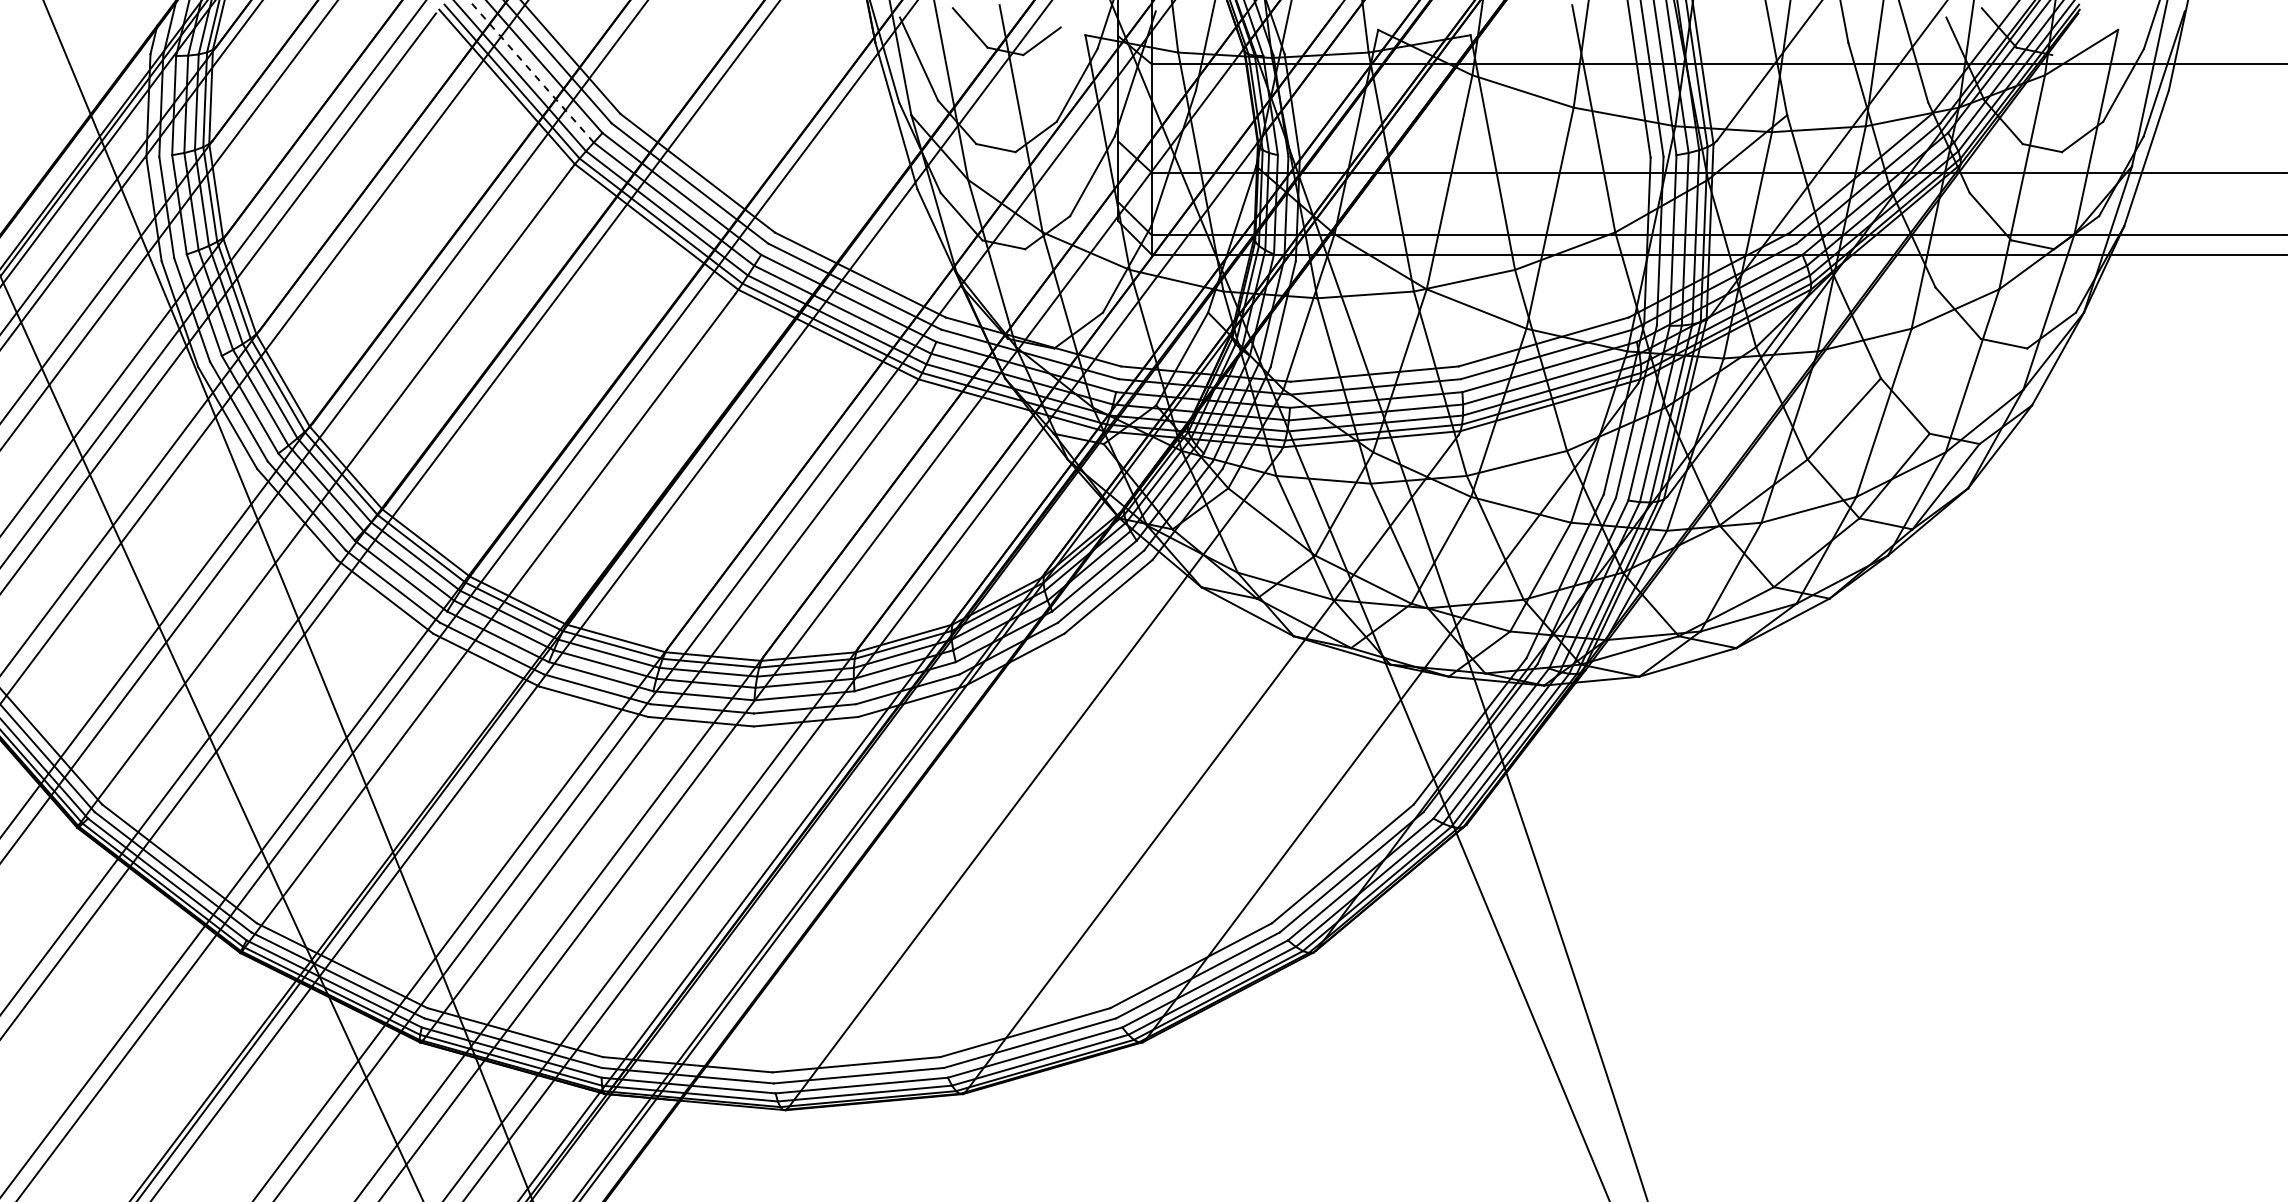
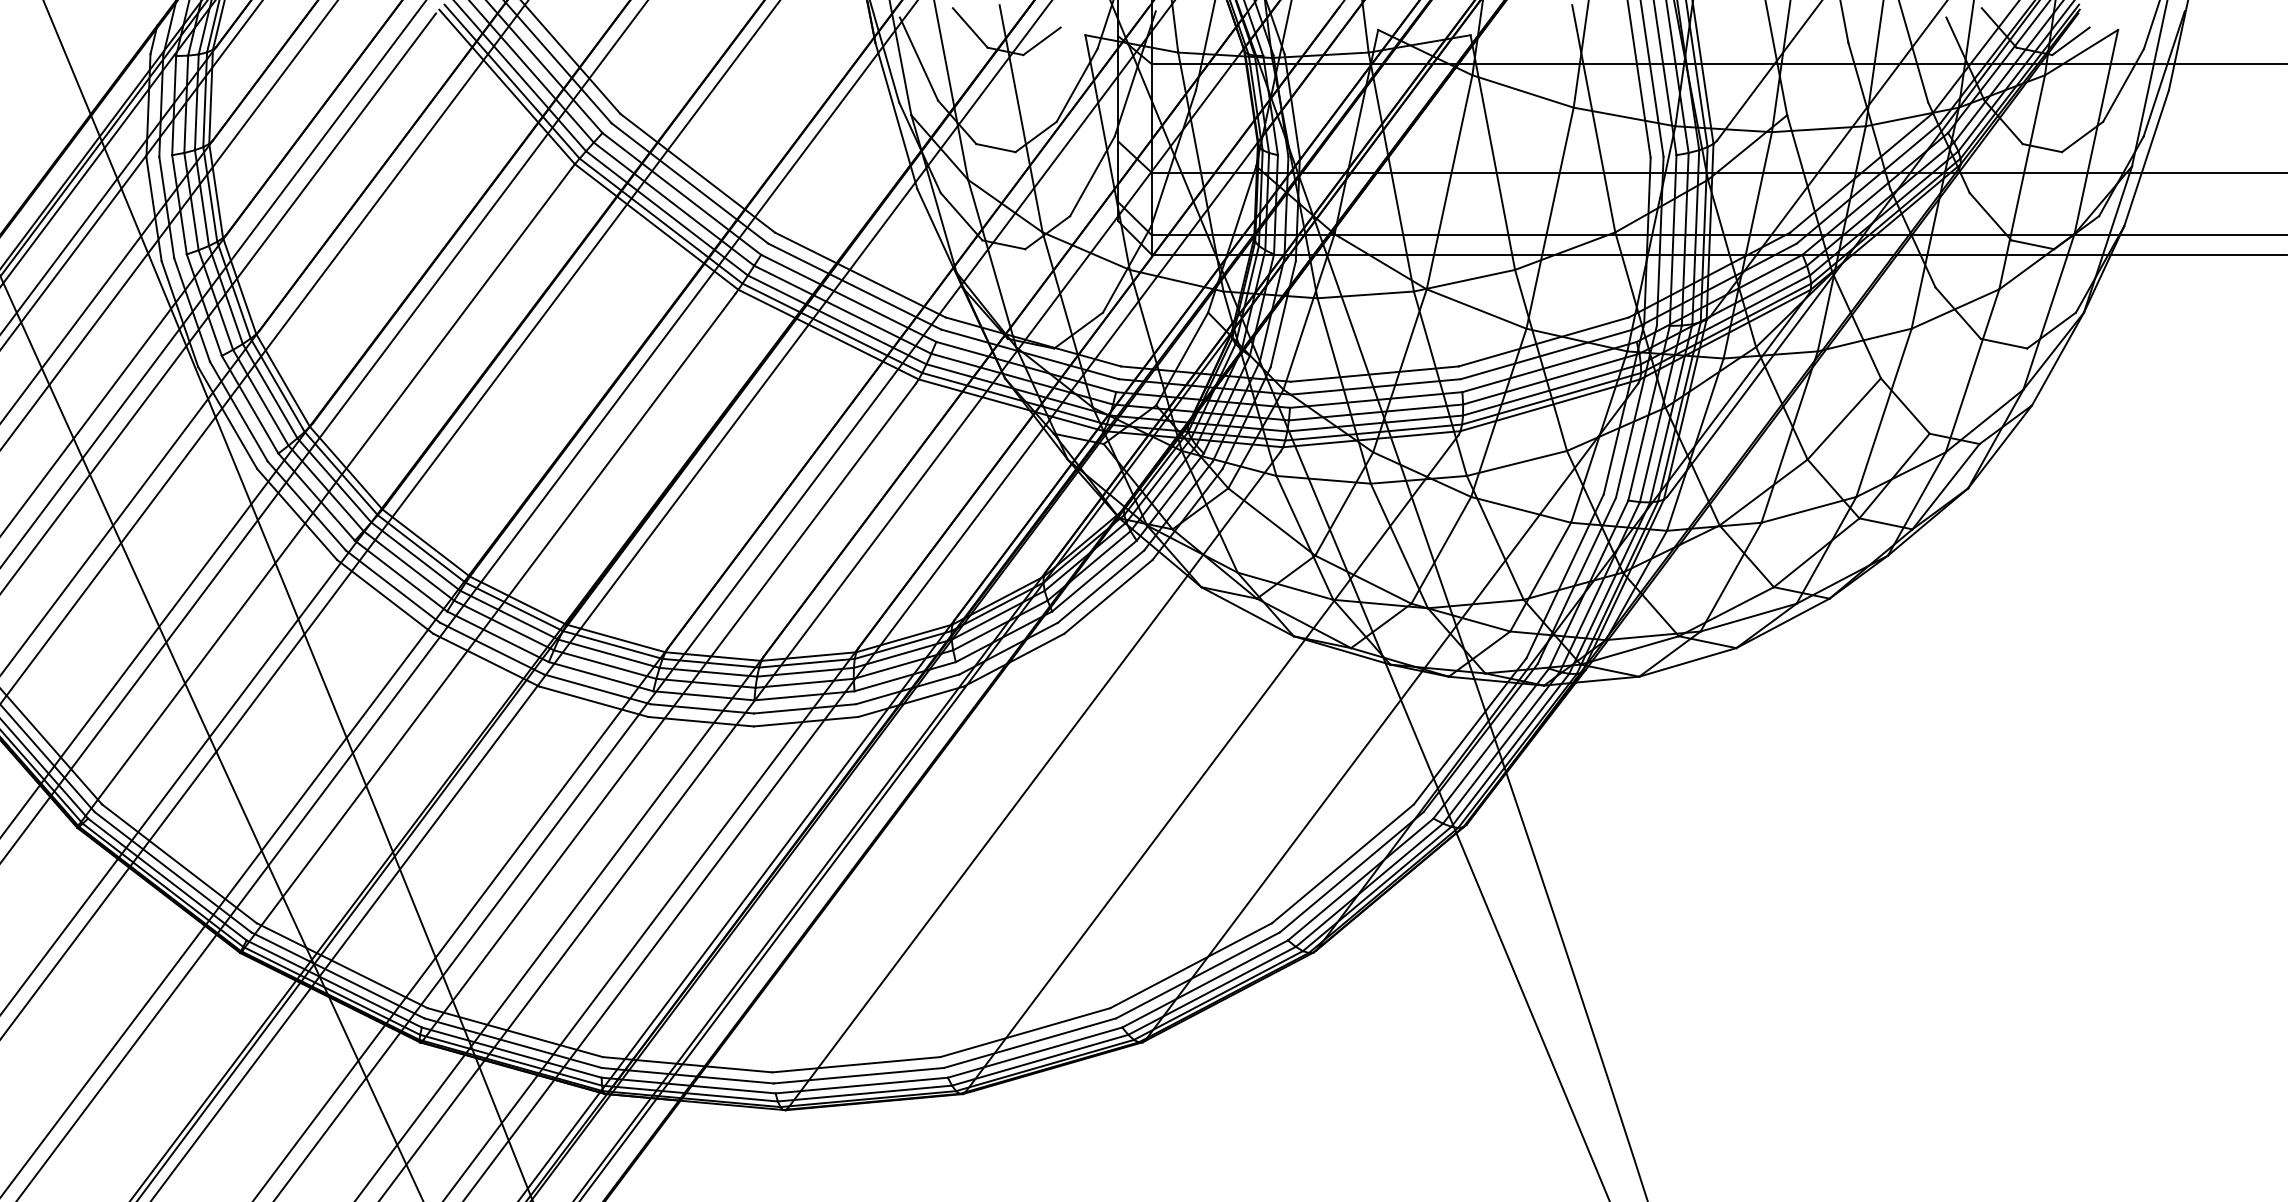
line at (2070, 41): none -> present
line at (531, 71): dashed -> solid
